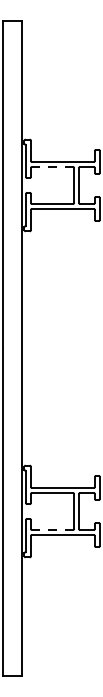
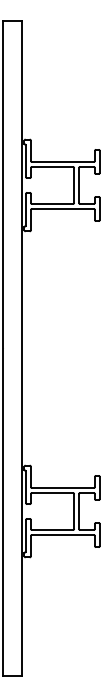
line at (53, 166): dashed -> solid
line at (52, 530): dashed -> solid
